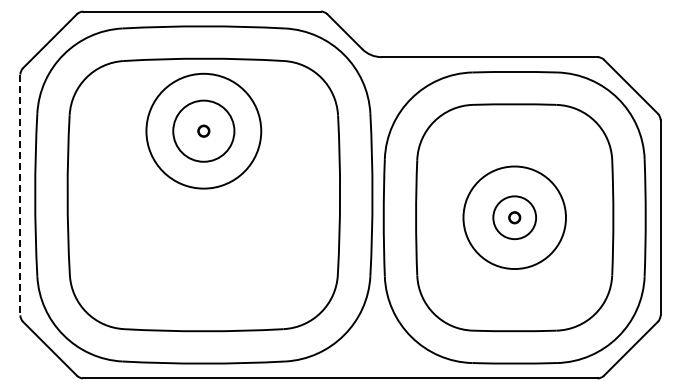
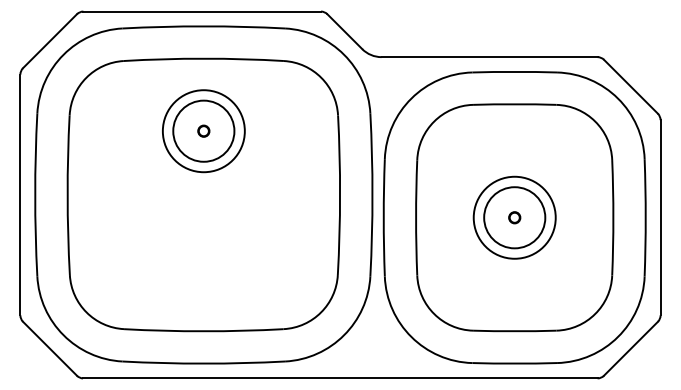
circle at (203, 130) diameter: 115 px -> 82 px
line at (20, 195): dashed -> solid
circle at (514, 217) diameter: 102 px -> 82 px
circle at (514, 217) diameter: 43 px -> 61 px
